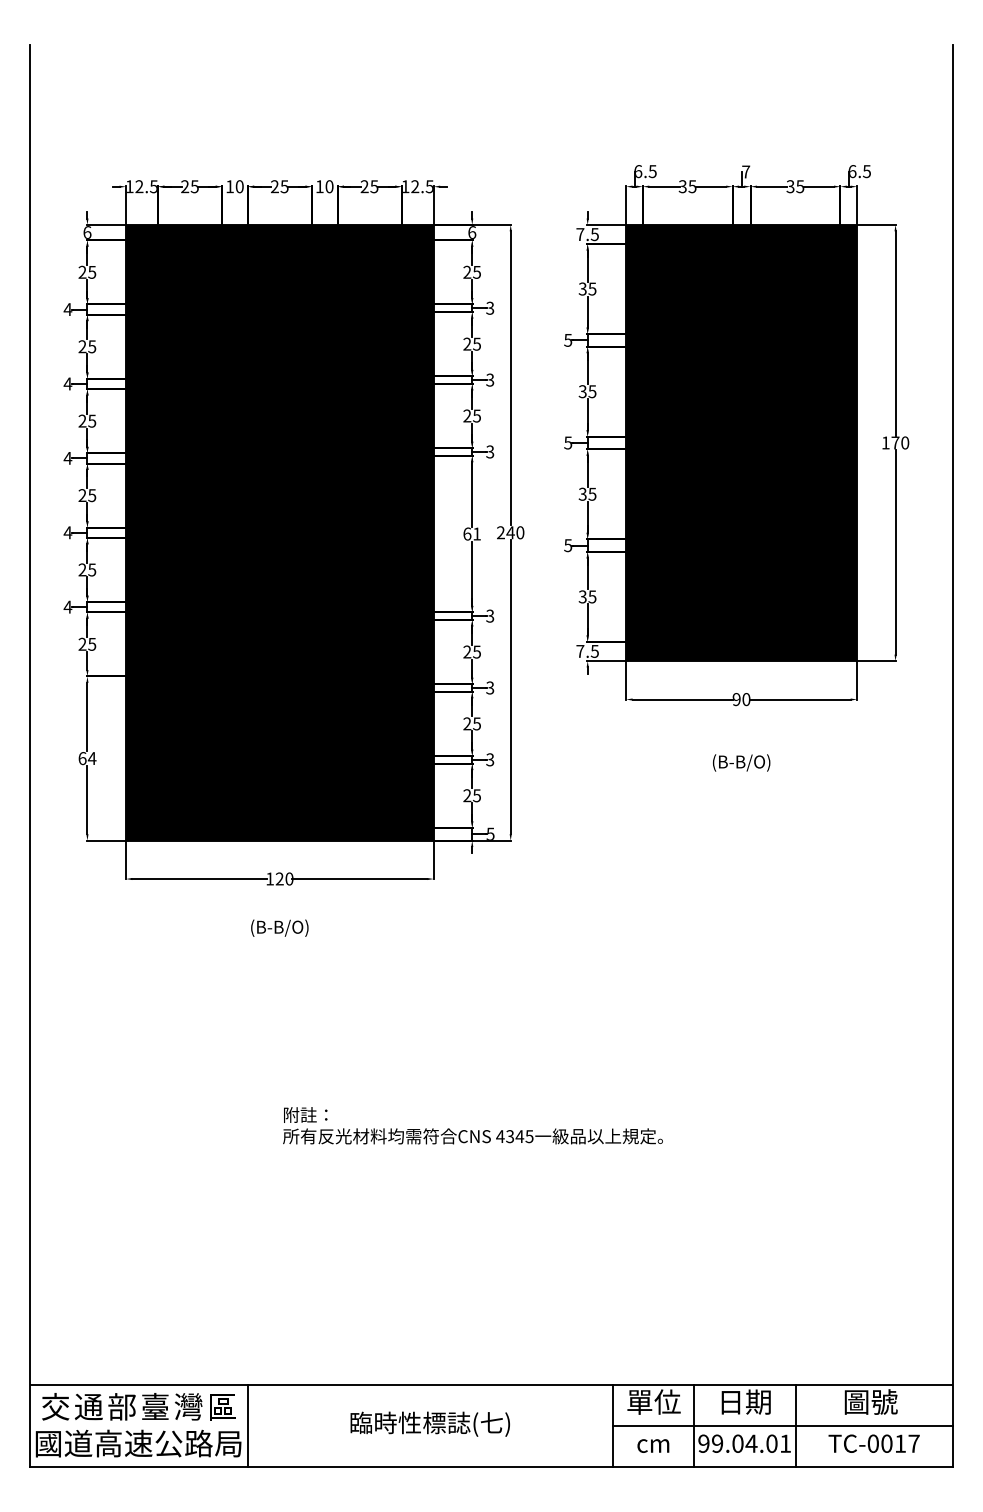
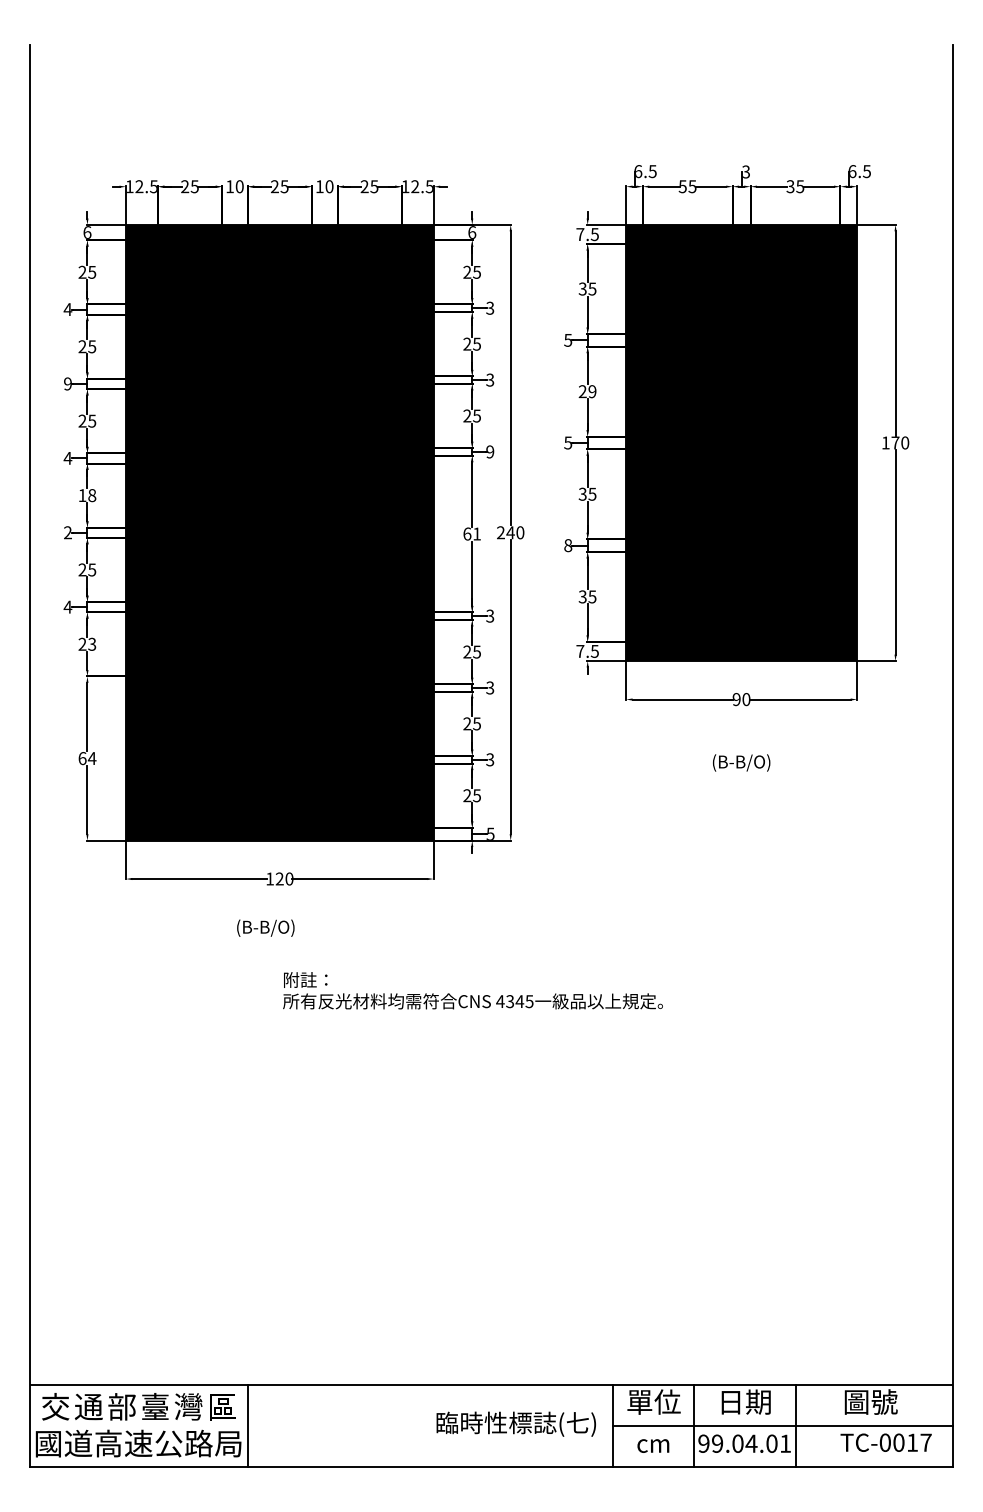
text at (746, 171): 7 -> 3
text at (682, 186): 35 -> 55
text at (67, 383): 4 -> 9
text at (587, 391): 35 -> 29
text at (490, 451): 3 -> 9
text at (87, 495): 25 -> 18
text at (67, 532): 4 -> 2
text at (568, 545): 5 -> 8
text at (92, 643): 25 -> 23
text at (279, 927) position: (279, 927) -> (265, 927)
text at (472, 1125) position: (472, 1125) -> (472, 990)
text at (429, 1423) position: (429, 1423) -> (515, 1423)
text at (873, 1443) position: (873, 1443) -> (885, 1442)
